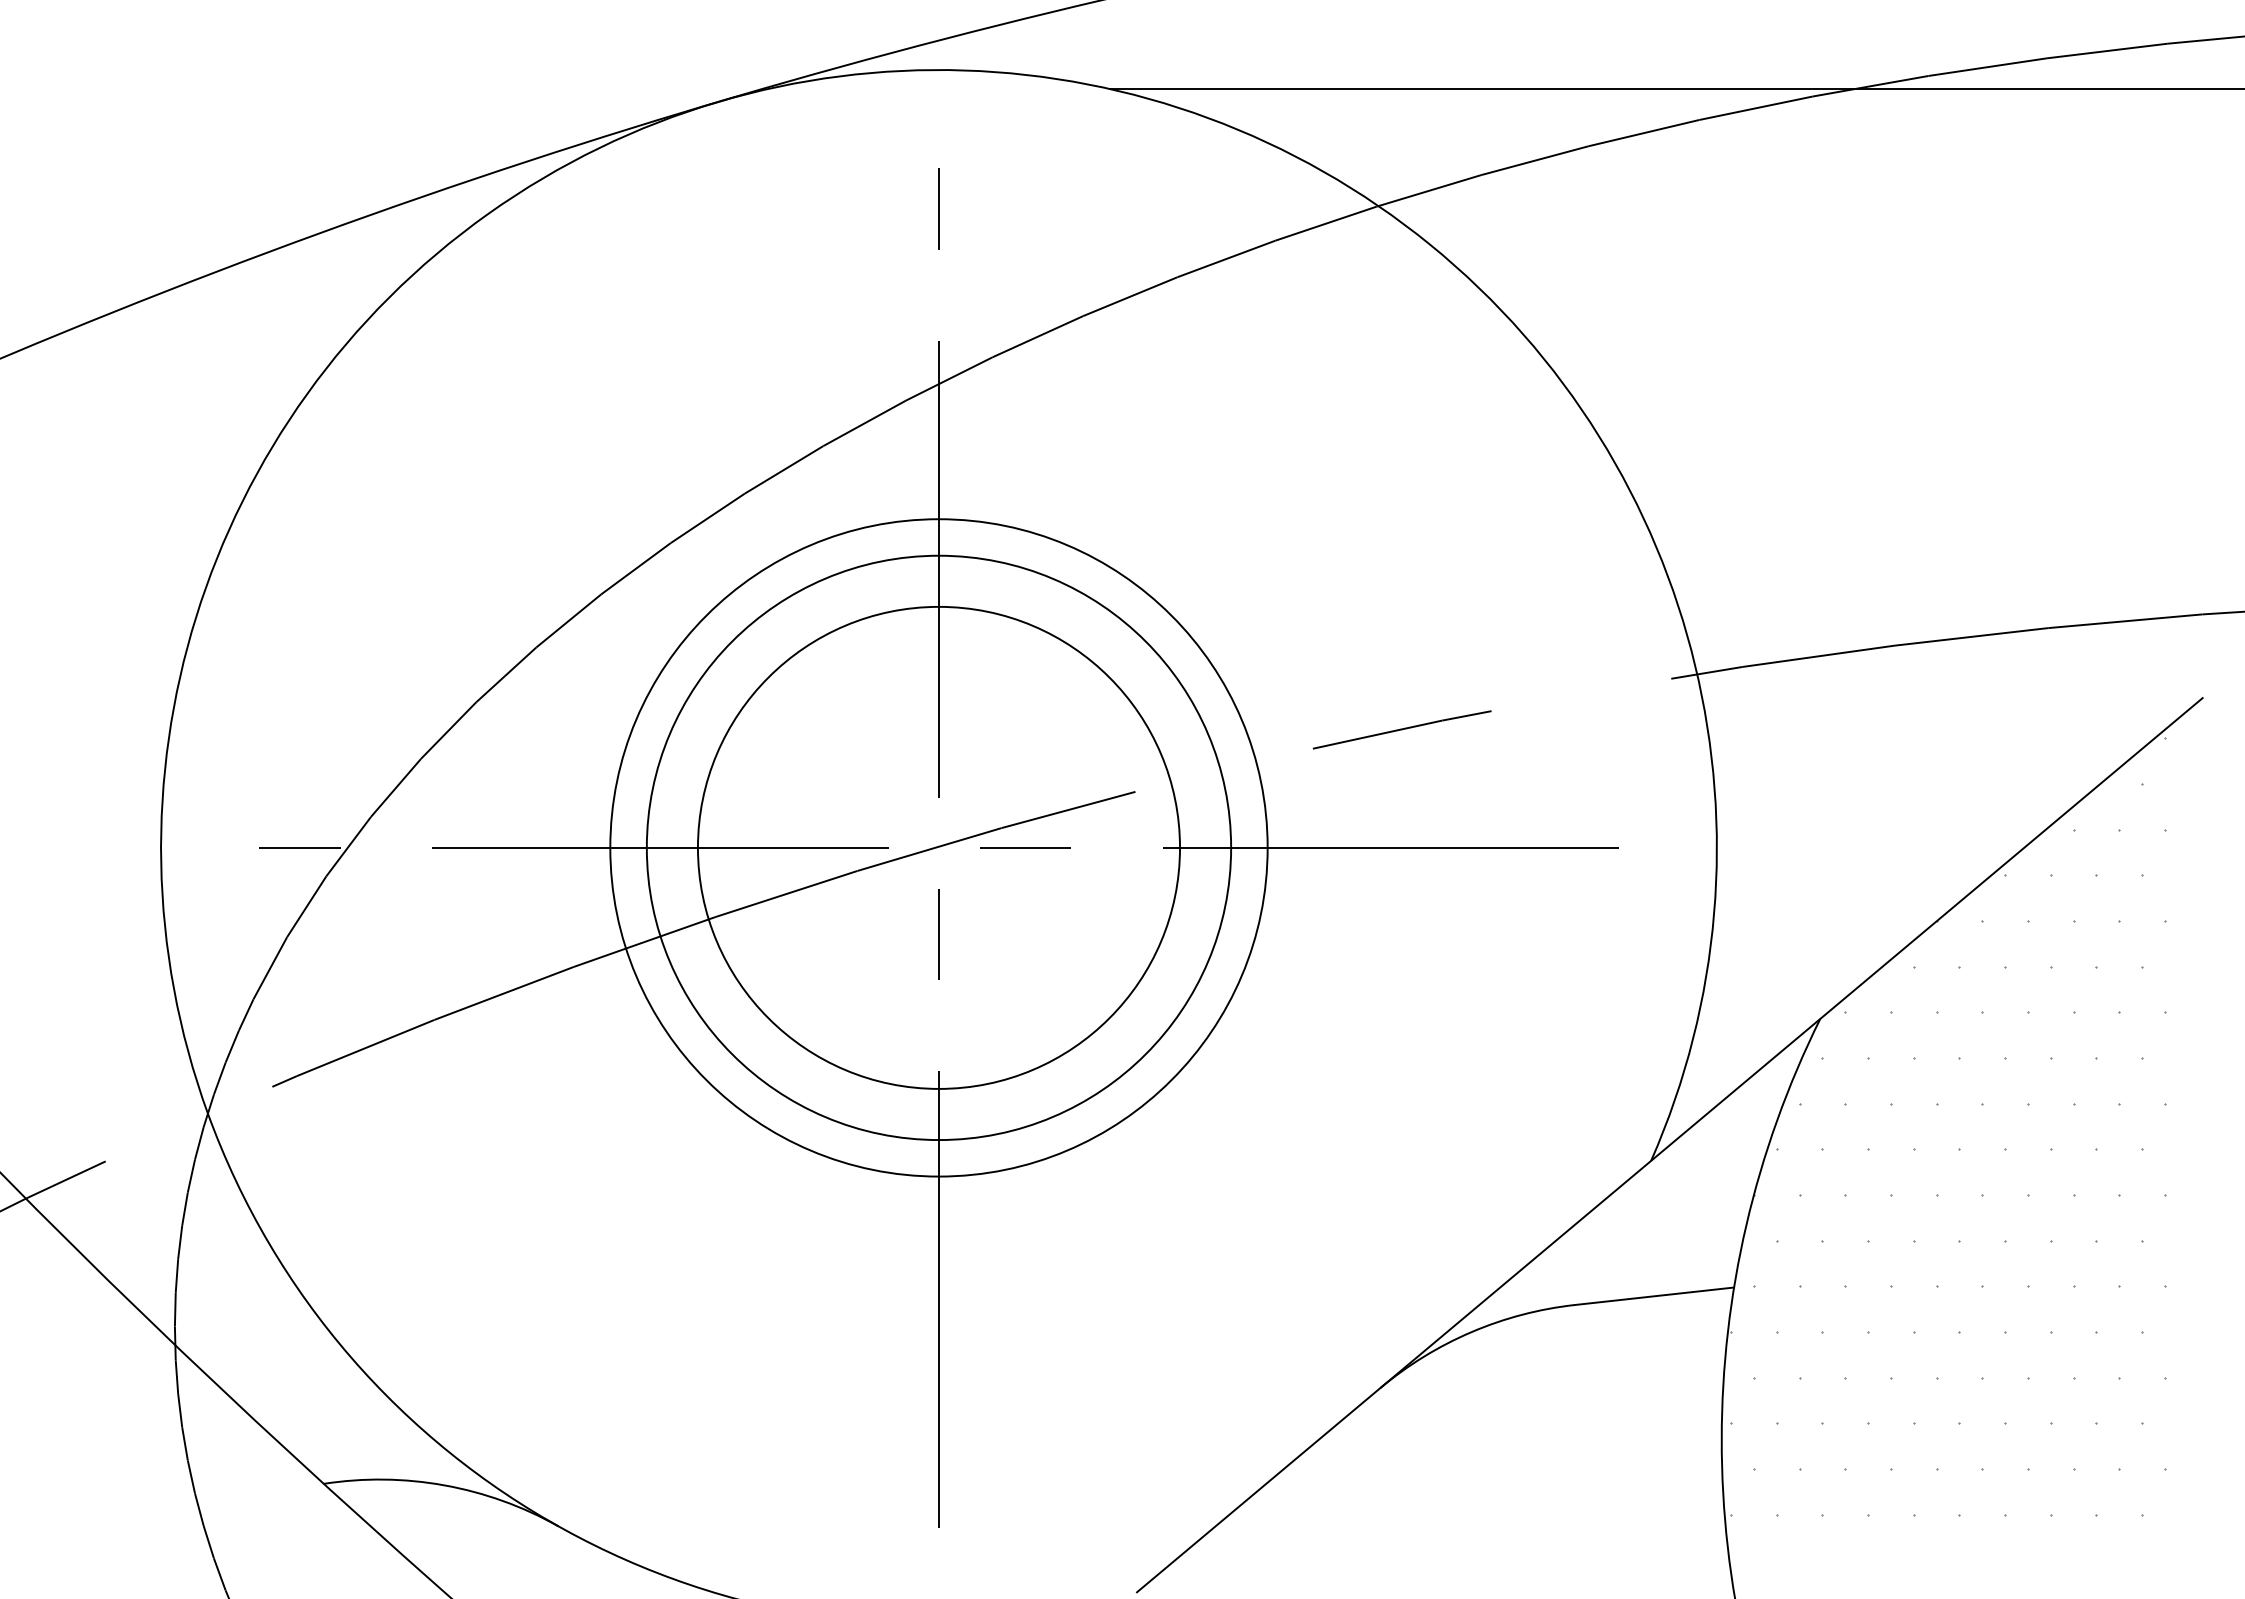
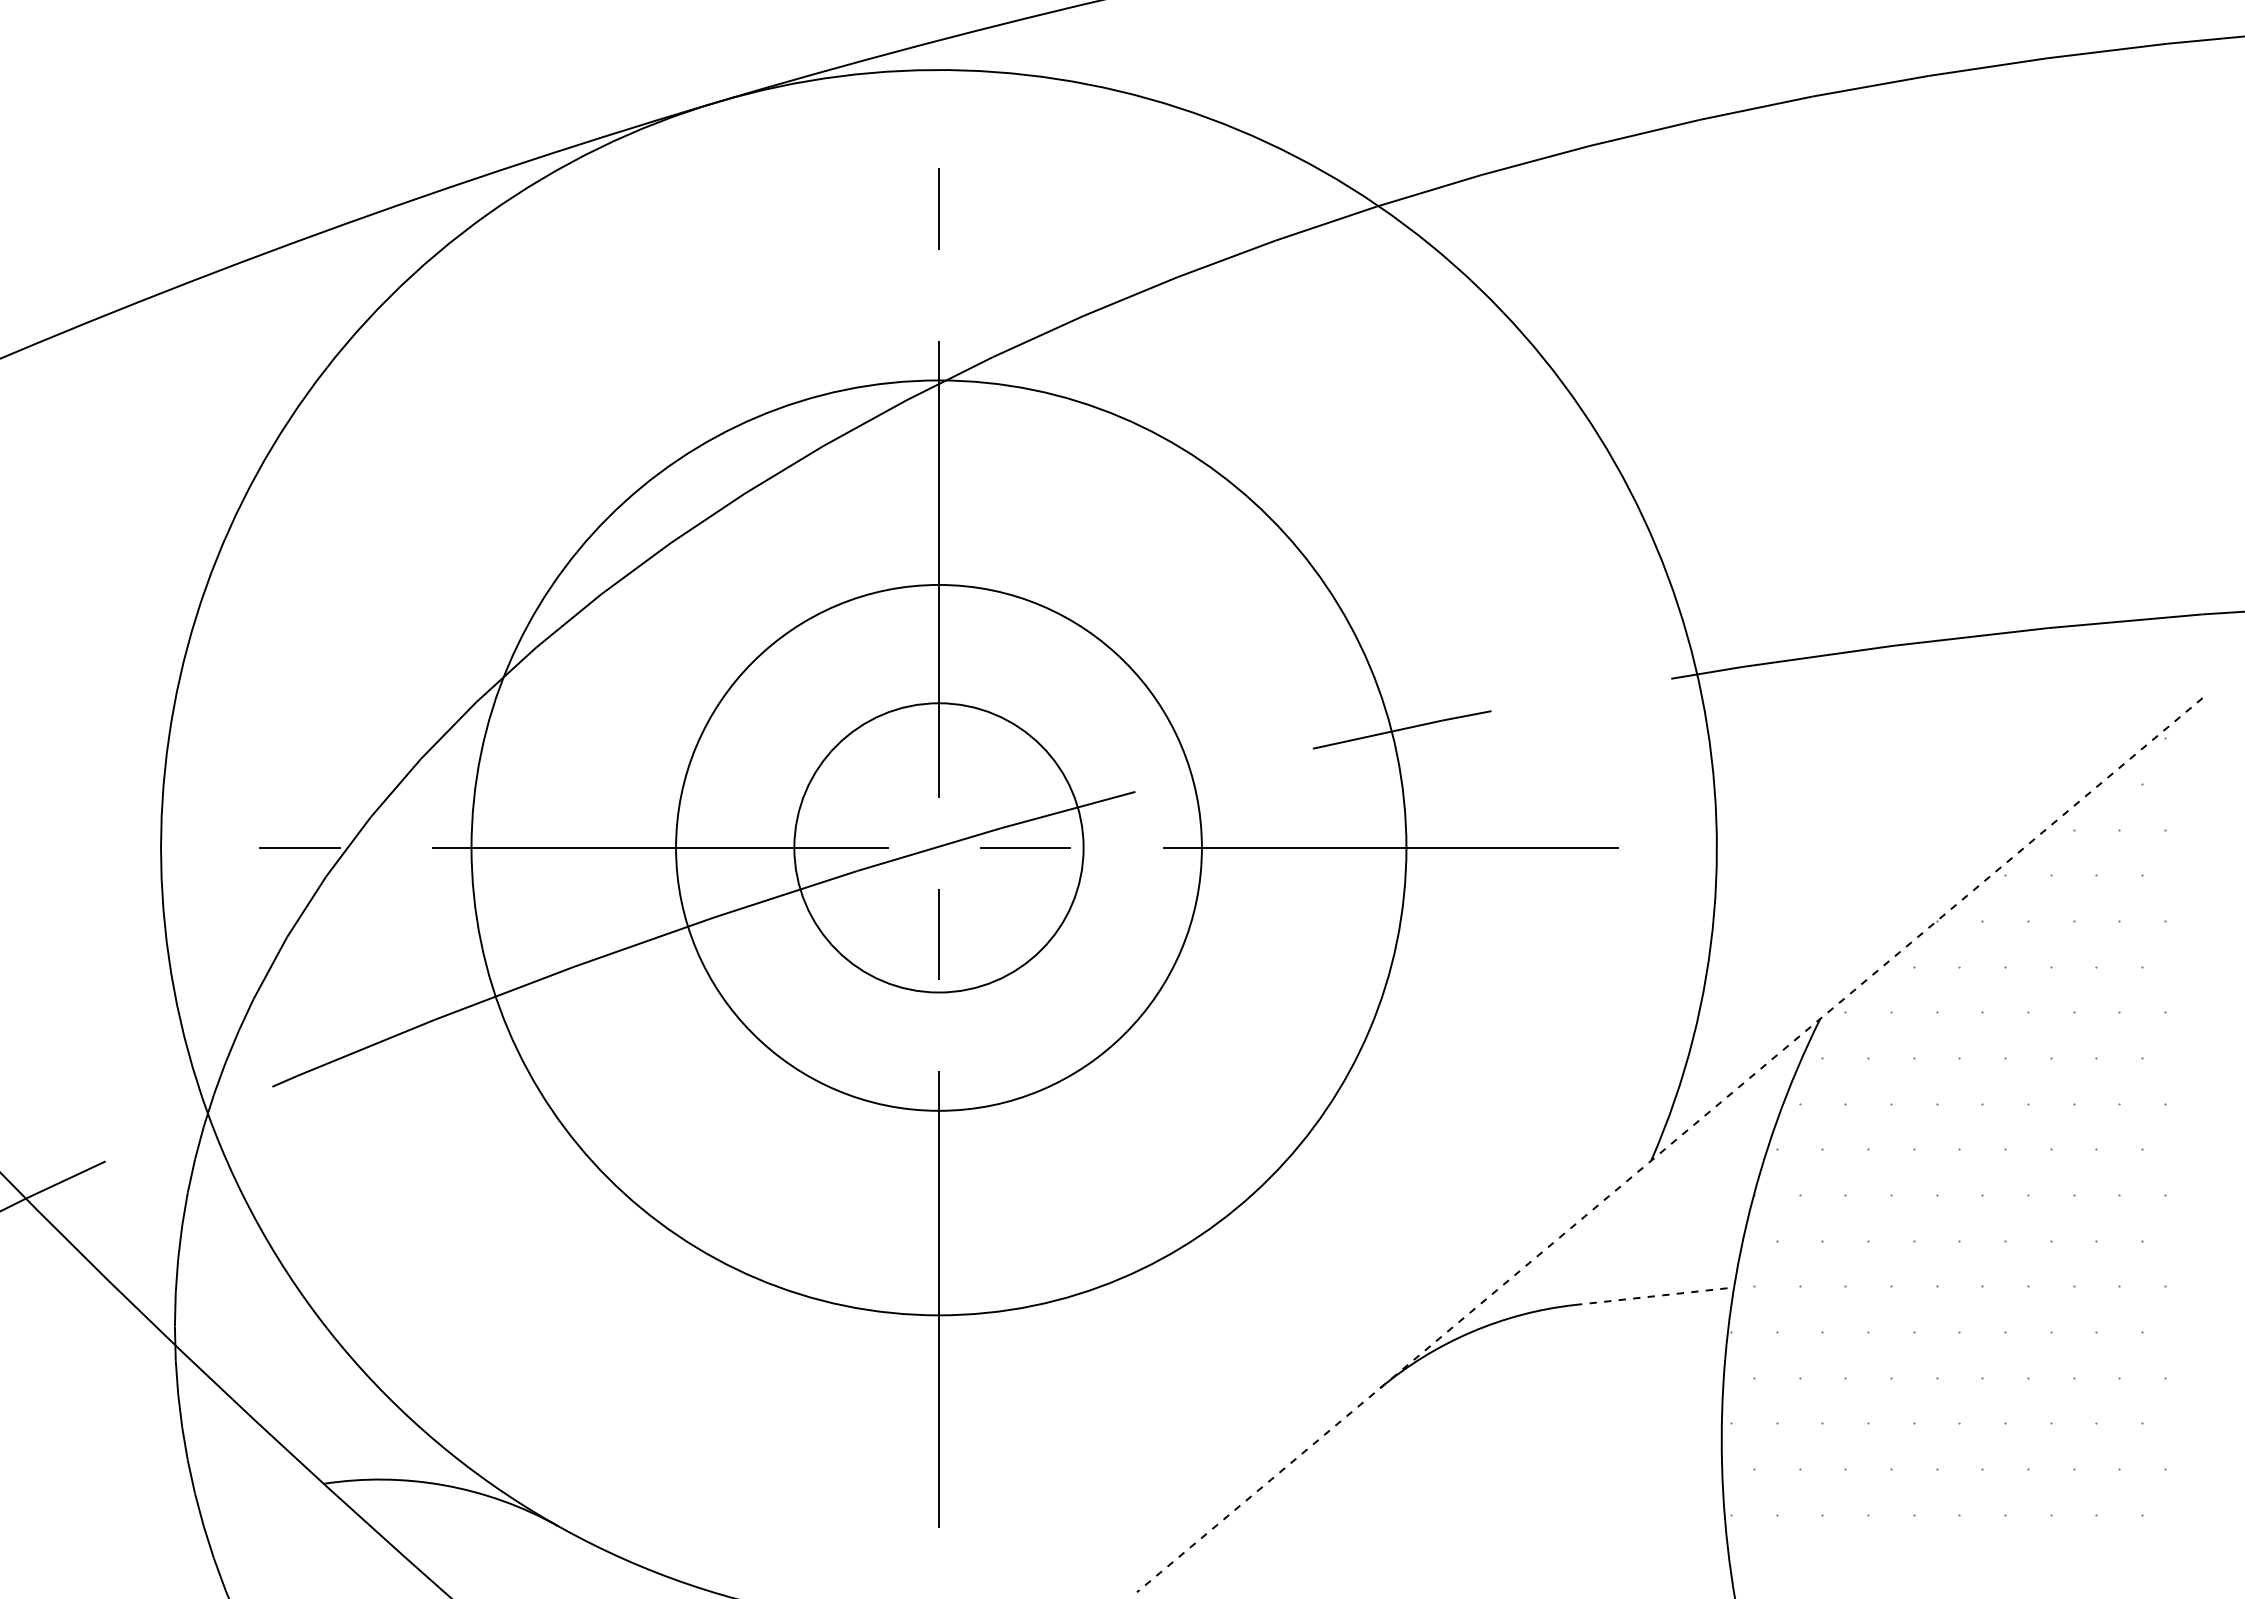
line at (1675, 88): present -> none
circle at (938, 847) diameter: 482 px -> 289 px
circle at (938, 847) diameter: 584 px -> 935 px
circle at (938, 847) diameter: 657 px -> 526 px
line at (1669, 1145): solid -> dashed
line at (1654, 1296): solid -> dashed
